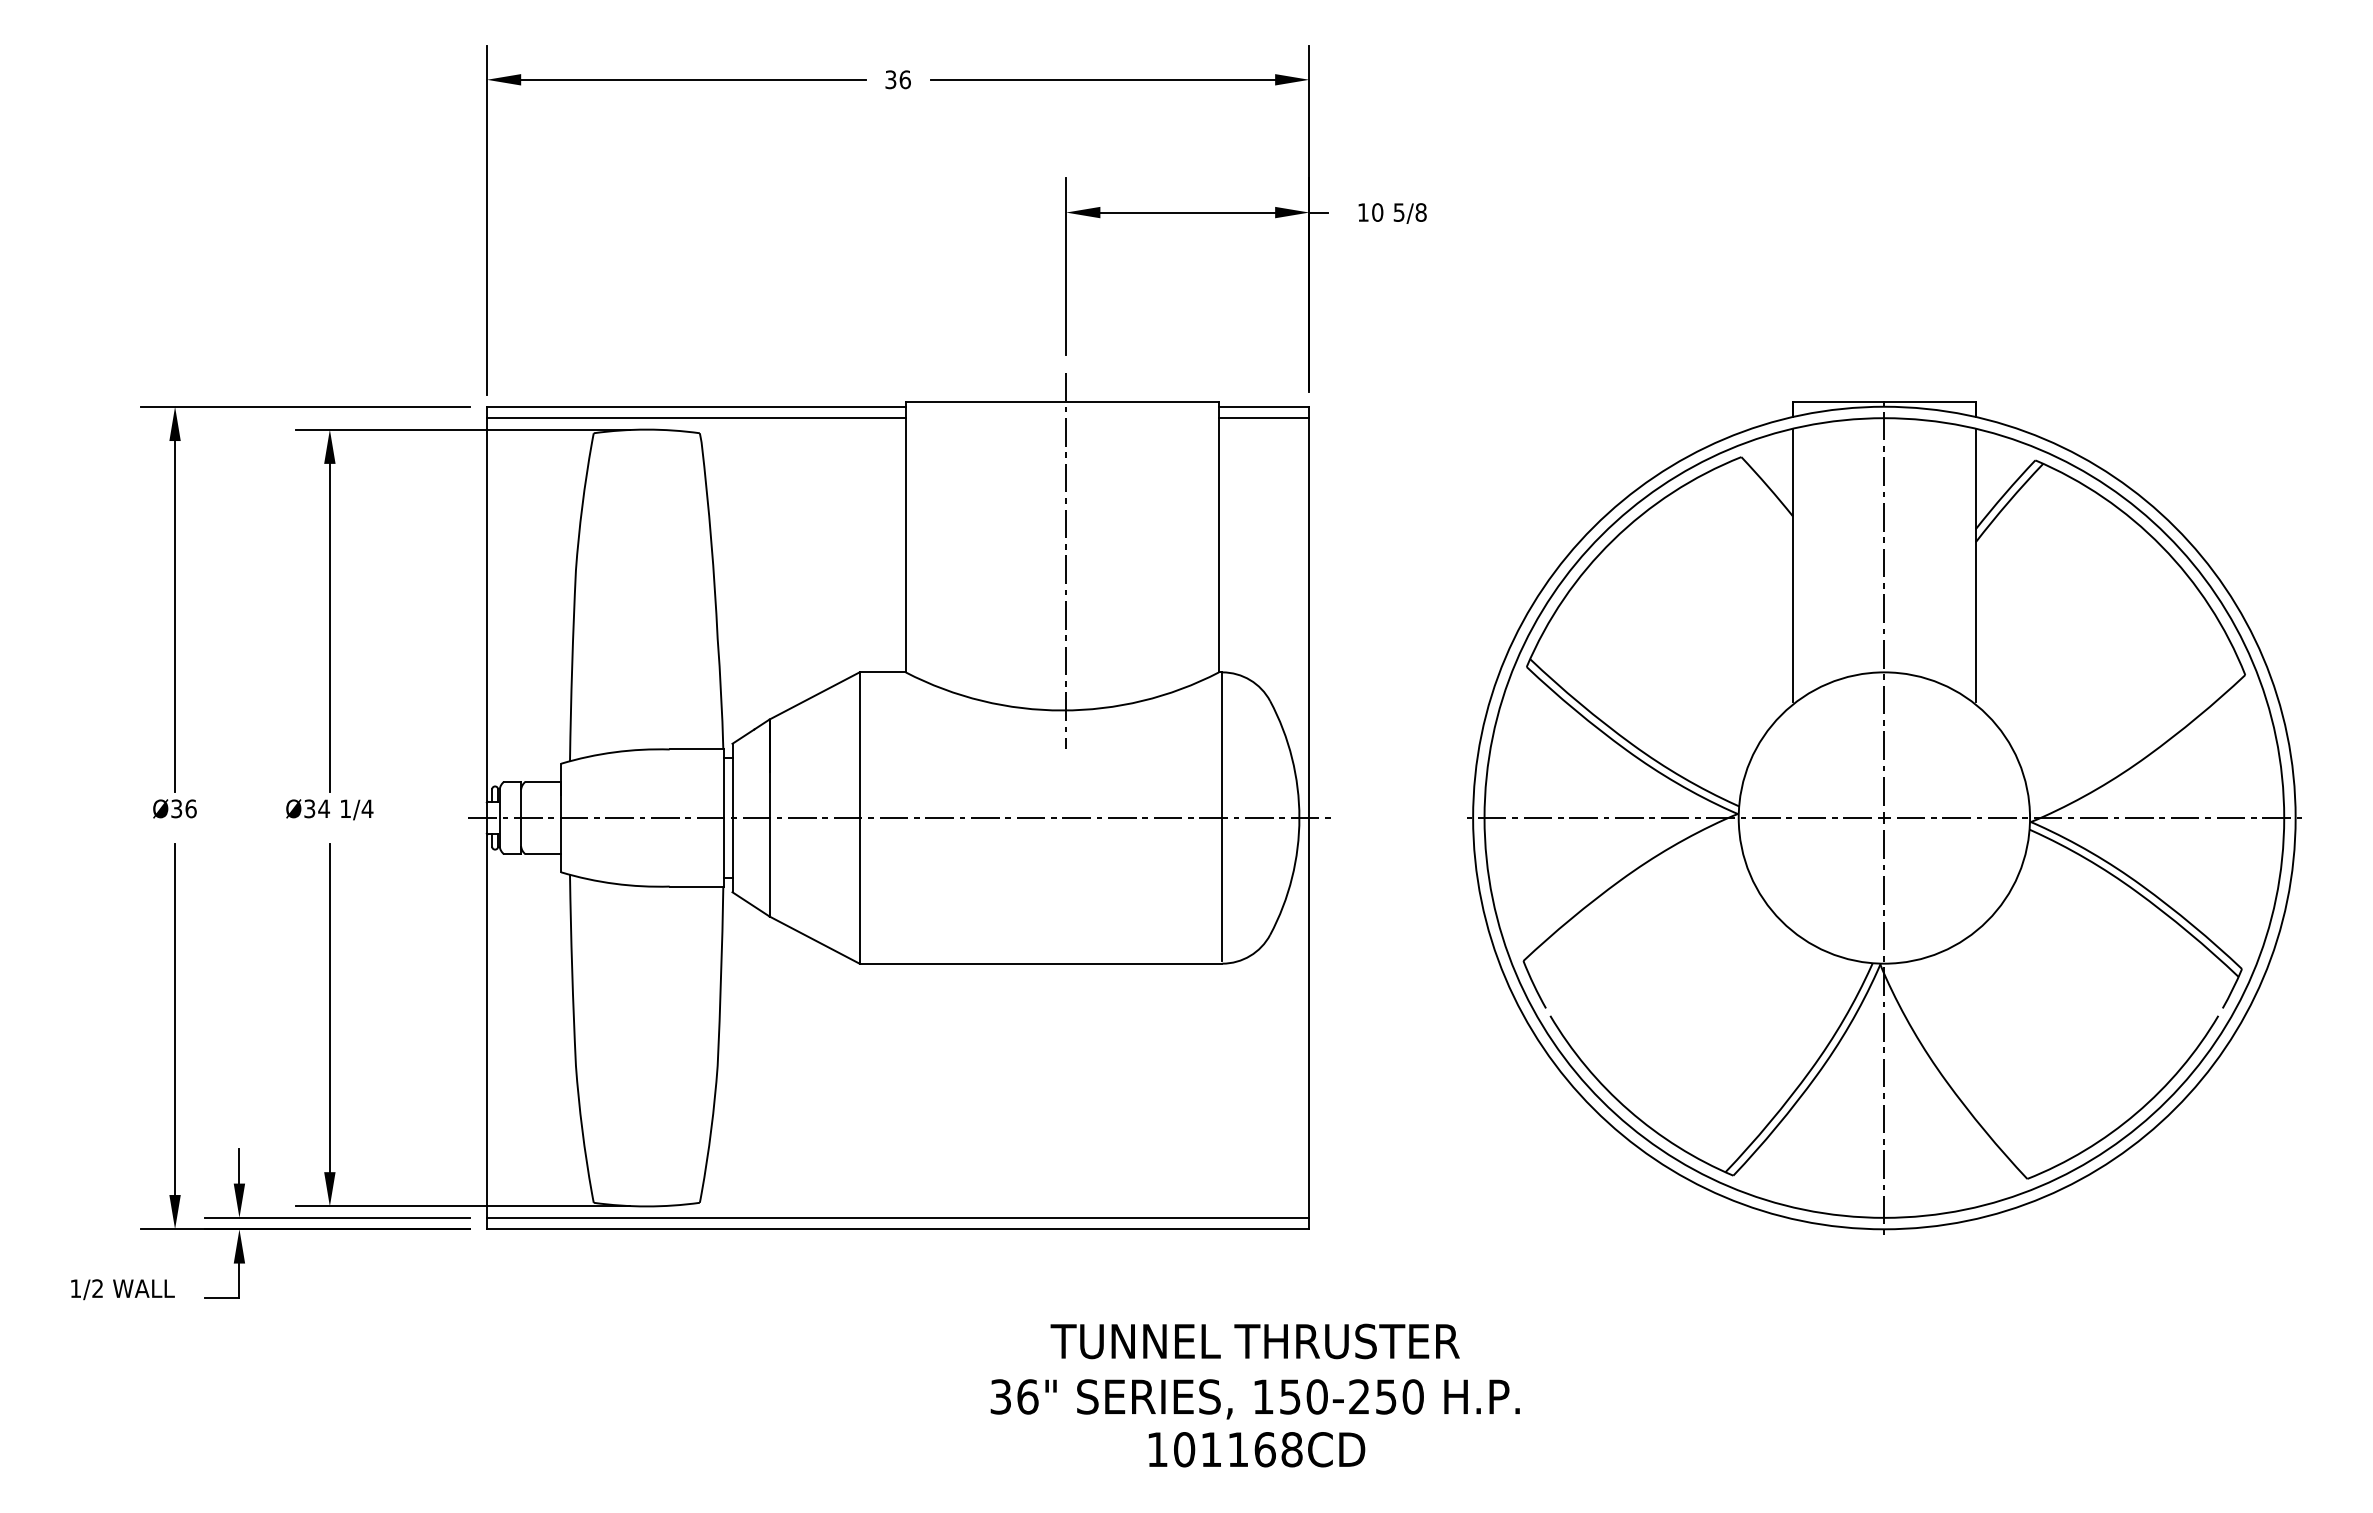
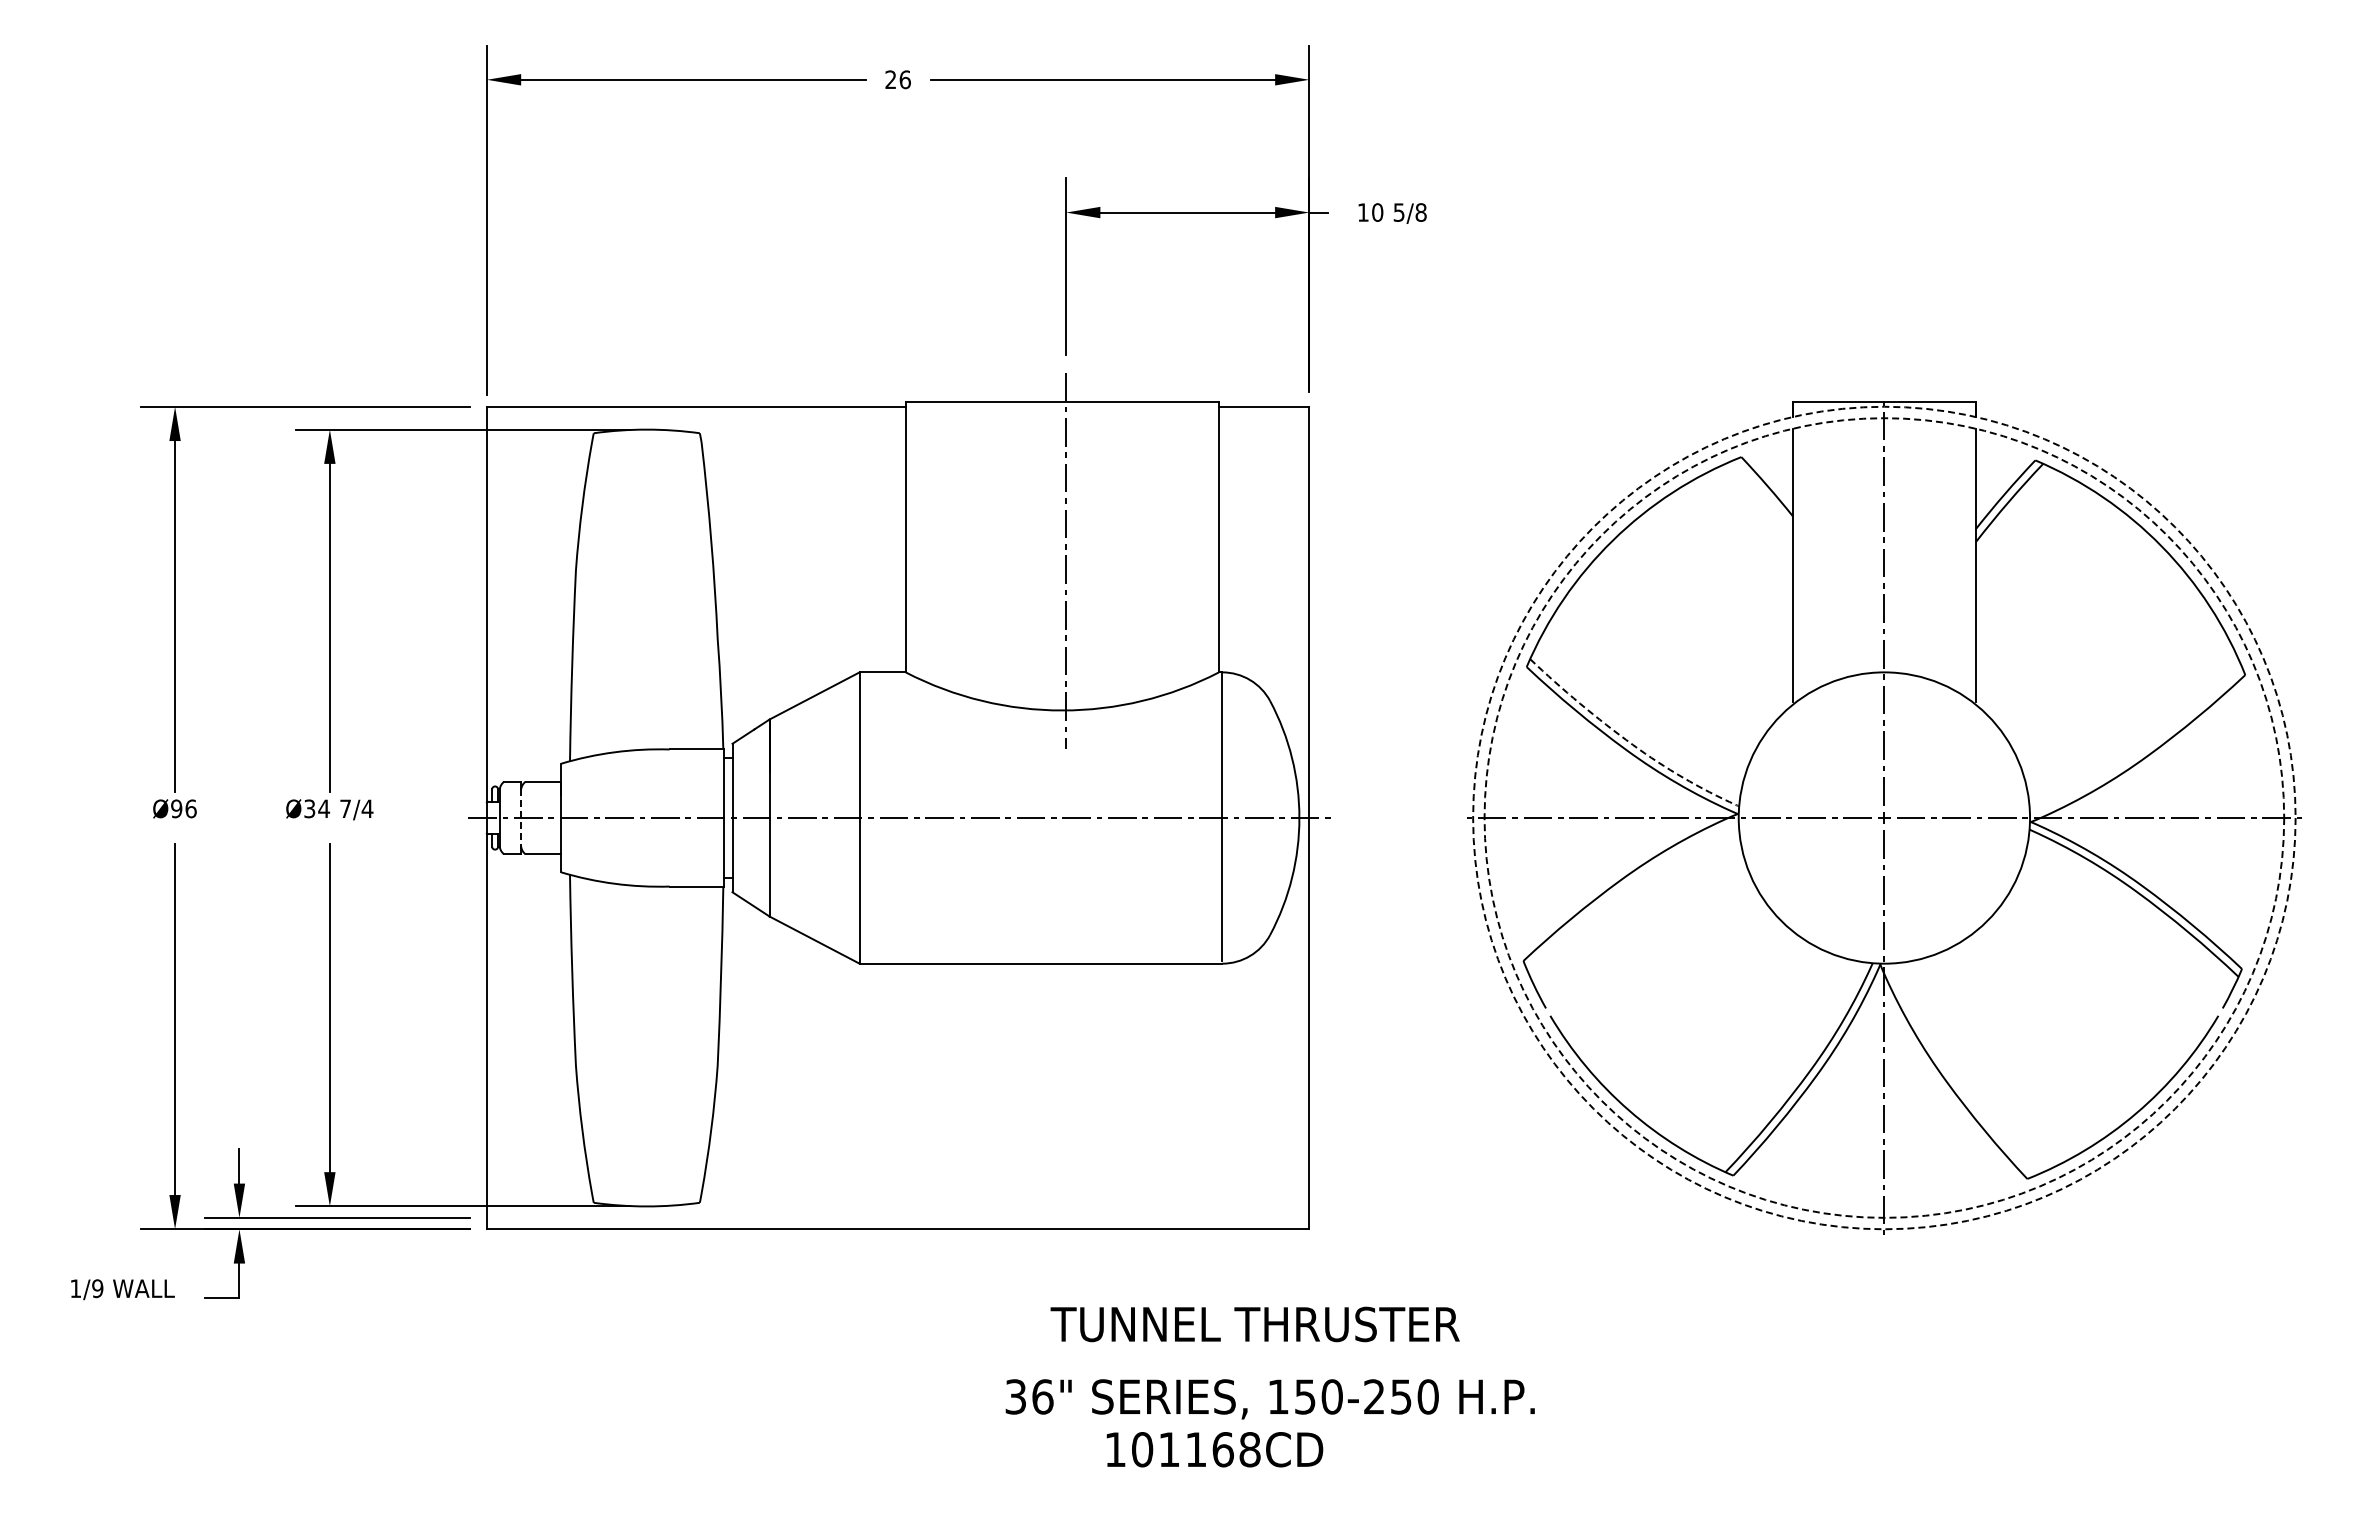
text at (890, 79): 36 -> 26
line at (695, 418): present -> none
line at (1263, 418): present -> none
line at (1632, 744): solid -> dashed
text at (176, 808): Ø36 -> Ø96
text at (345, 808): 1/4 -> 7/4
circle at (1884, 817): solid -> dashed
circle at (1884, 817): solid -> dashed
line at (521, 818): solid -> dashed
line at (897, 1217): present -> none
text at (97, 1288): 1/2 -> 1/9
text at (1254, 1341) position: (1254, 1341) -> (1254, 1324)
text at (1254, 1399) position: (1254, 1399) -> (1269, 1399)
text at (1256, 1449) position: (1256, 1449) -> (1214, 1449)
